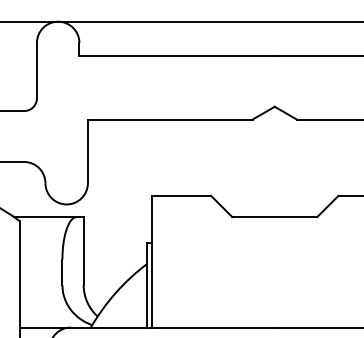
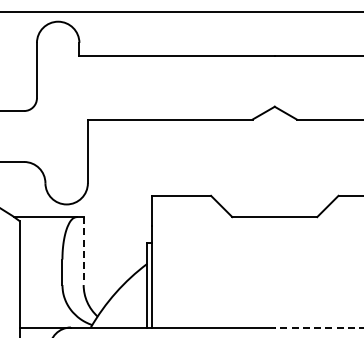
line at (181, 21) position: (181, 21) -> (181, 11)
line at (83, 251): solid -> dashed
line at (318, 327): solid -> dashed
